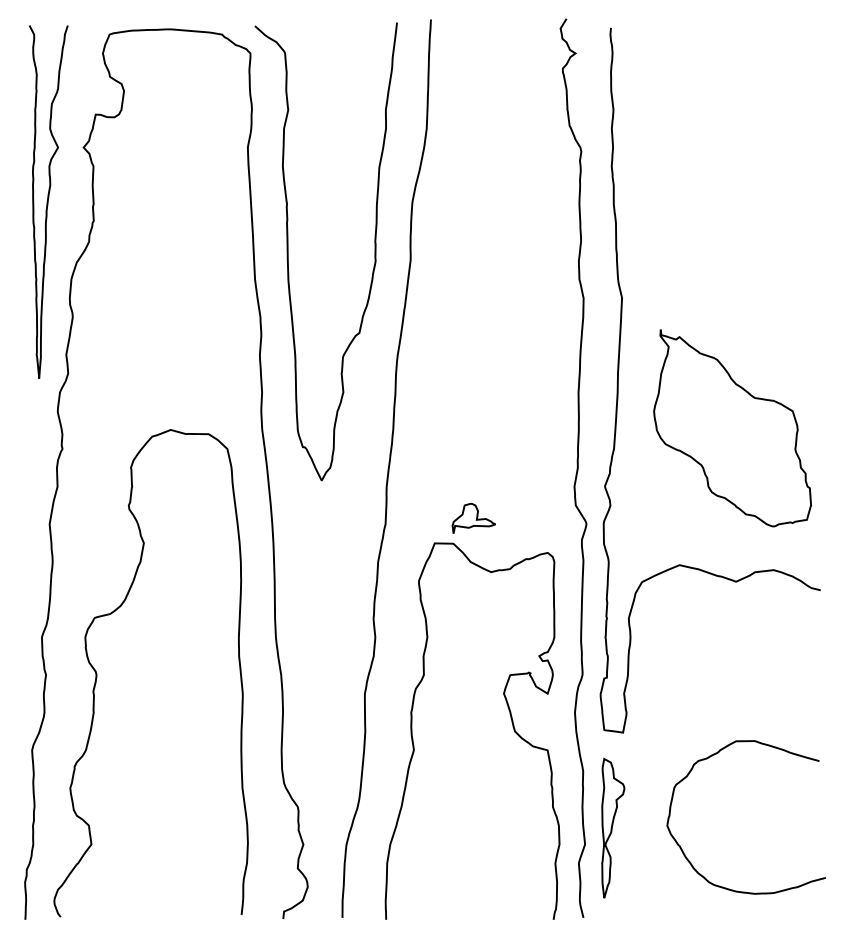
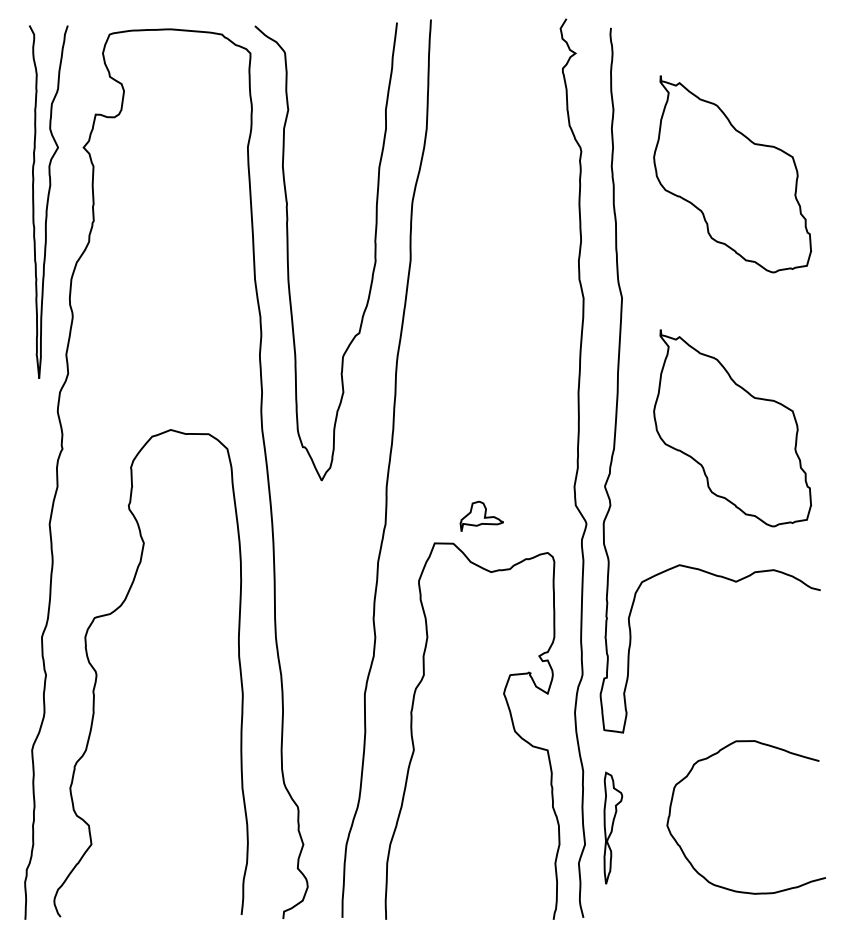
part at (732, 174): none -> present
part at (473, 517) position: (473, 517) -> (481, 515)
part at (613, 827) size: 25x142 px -> 21x114 px
